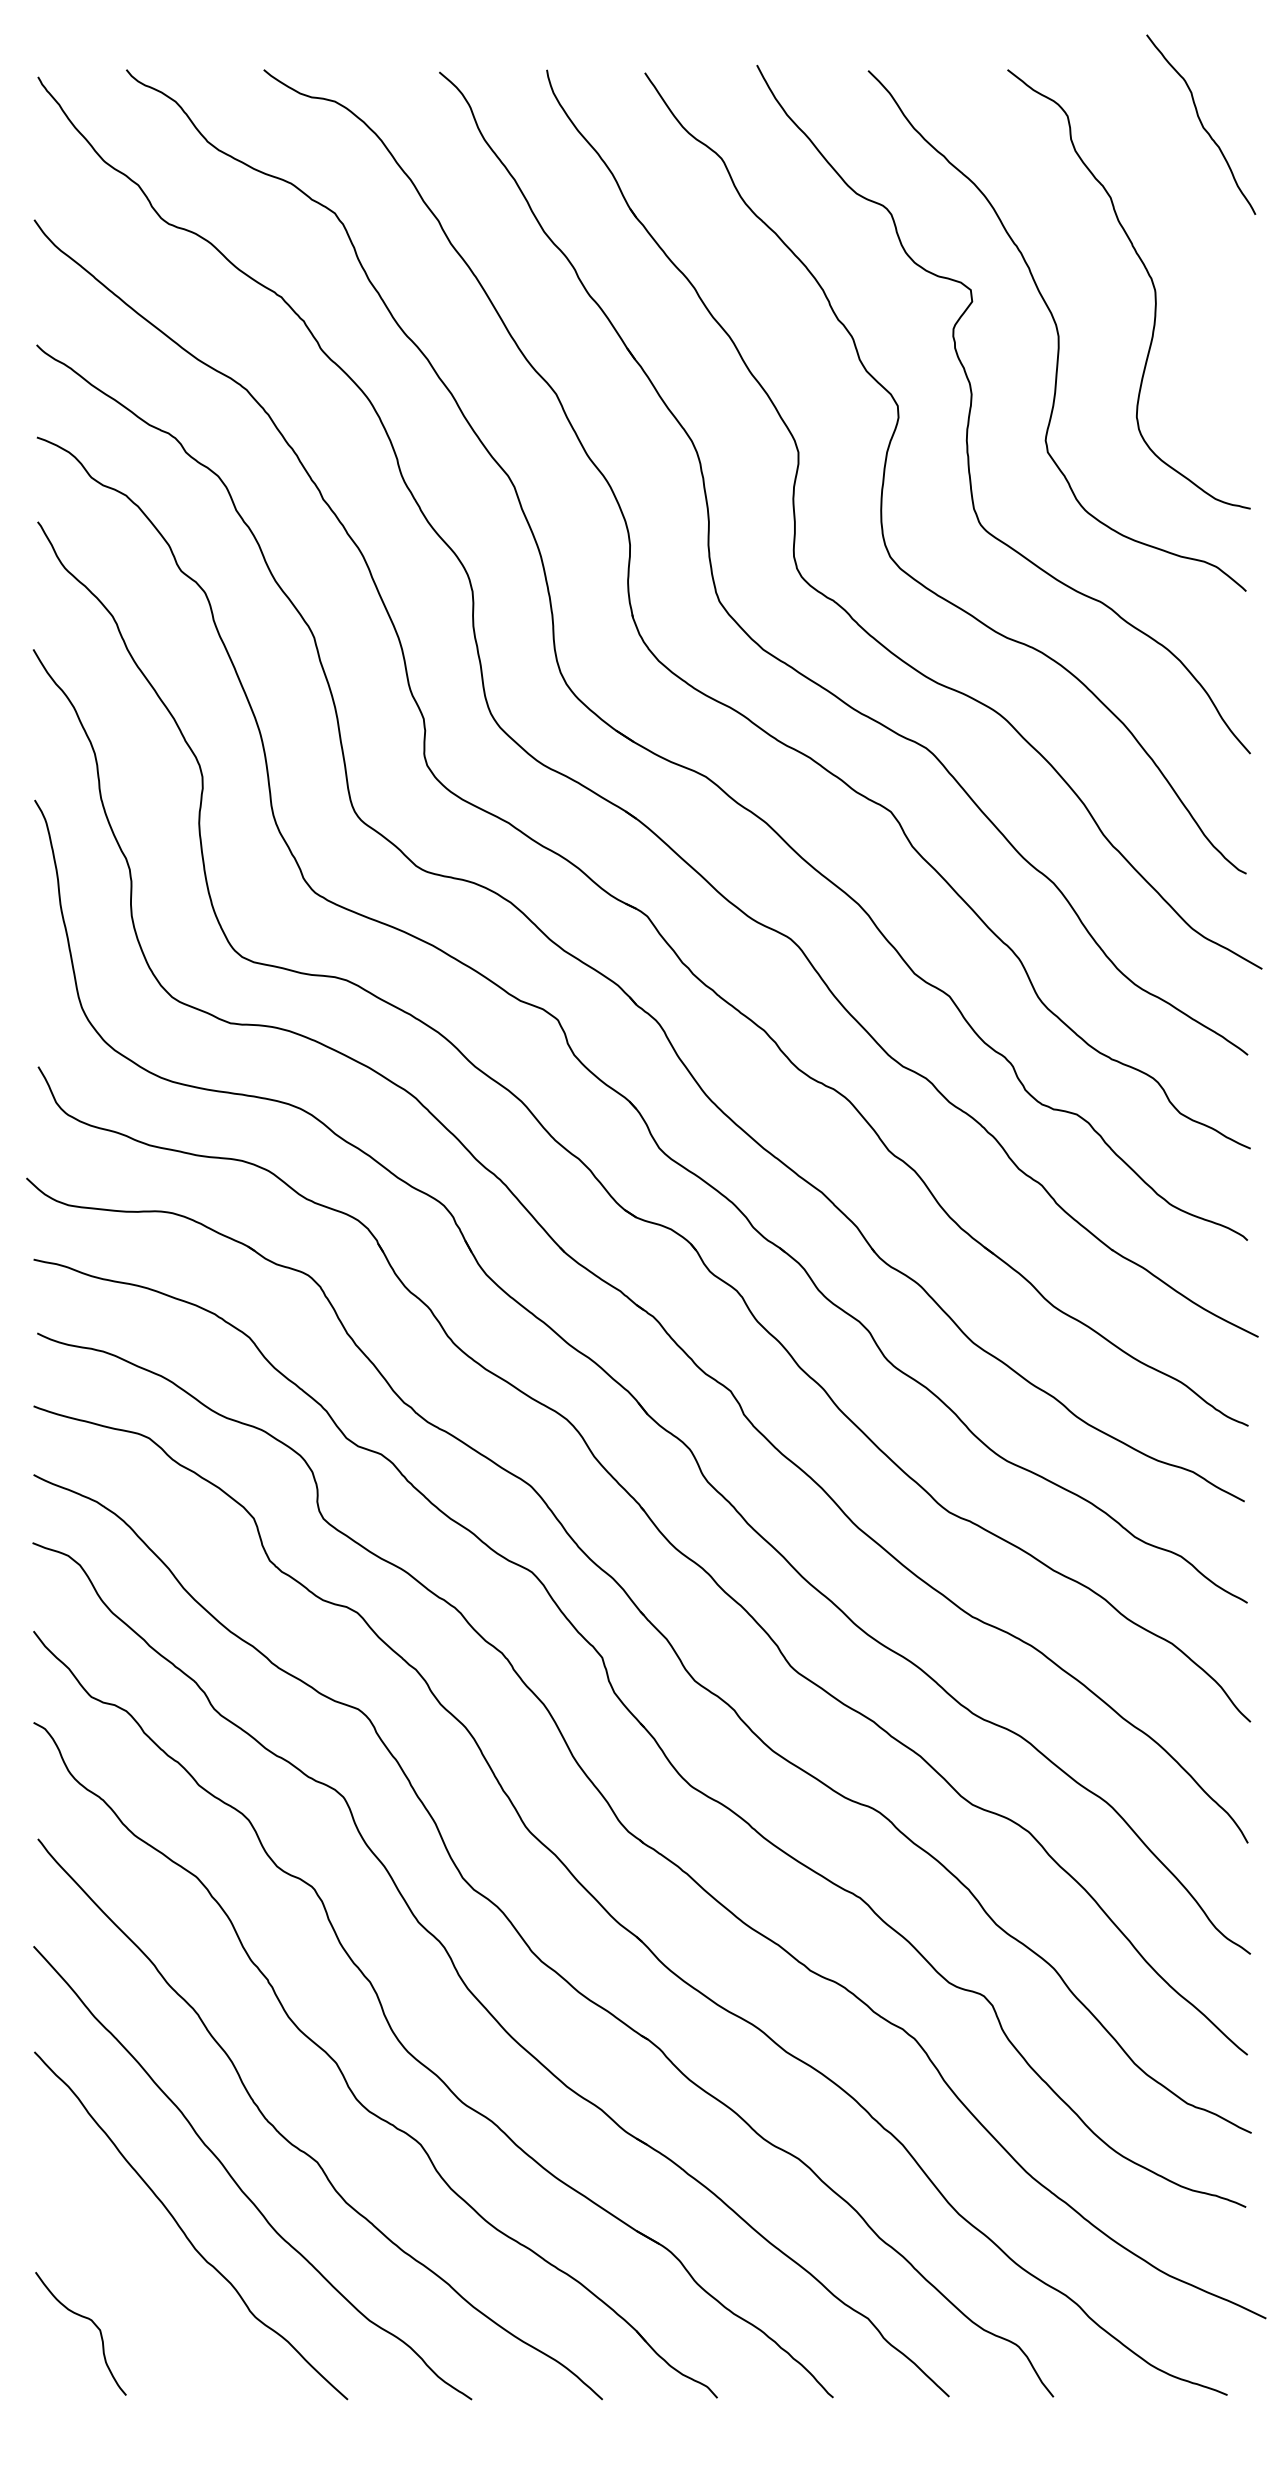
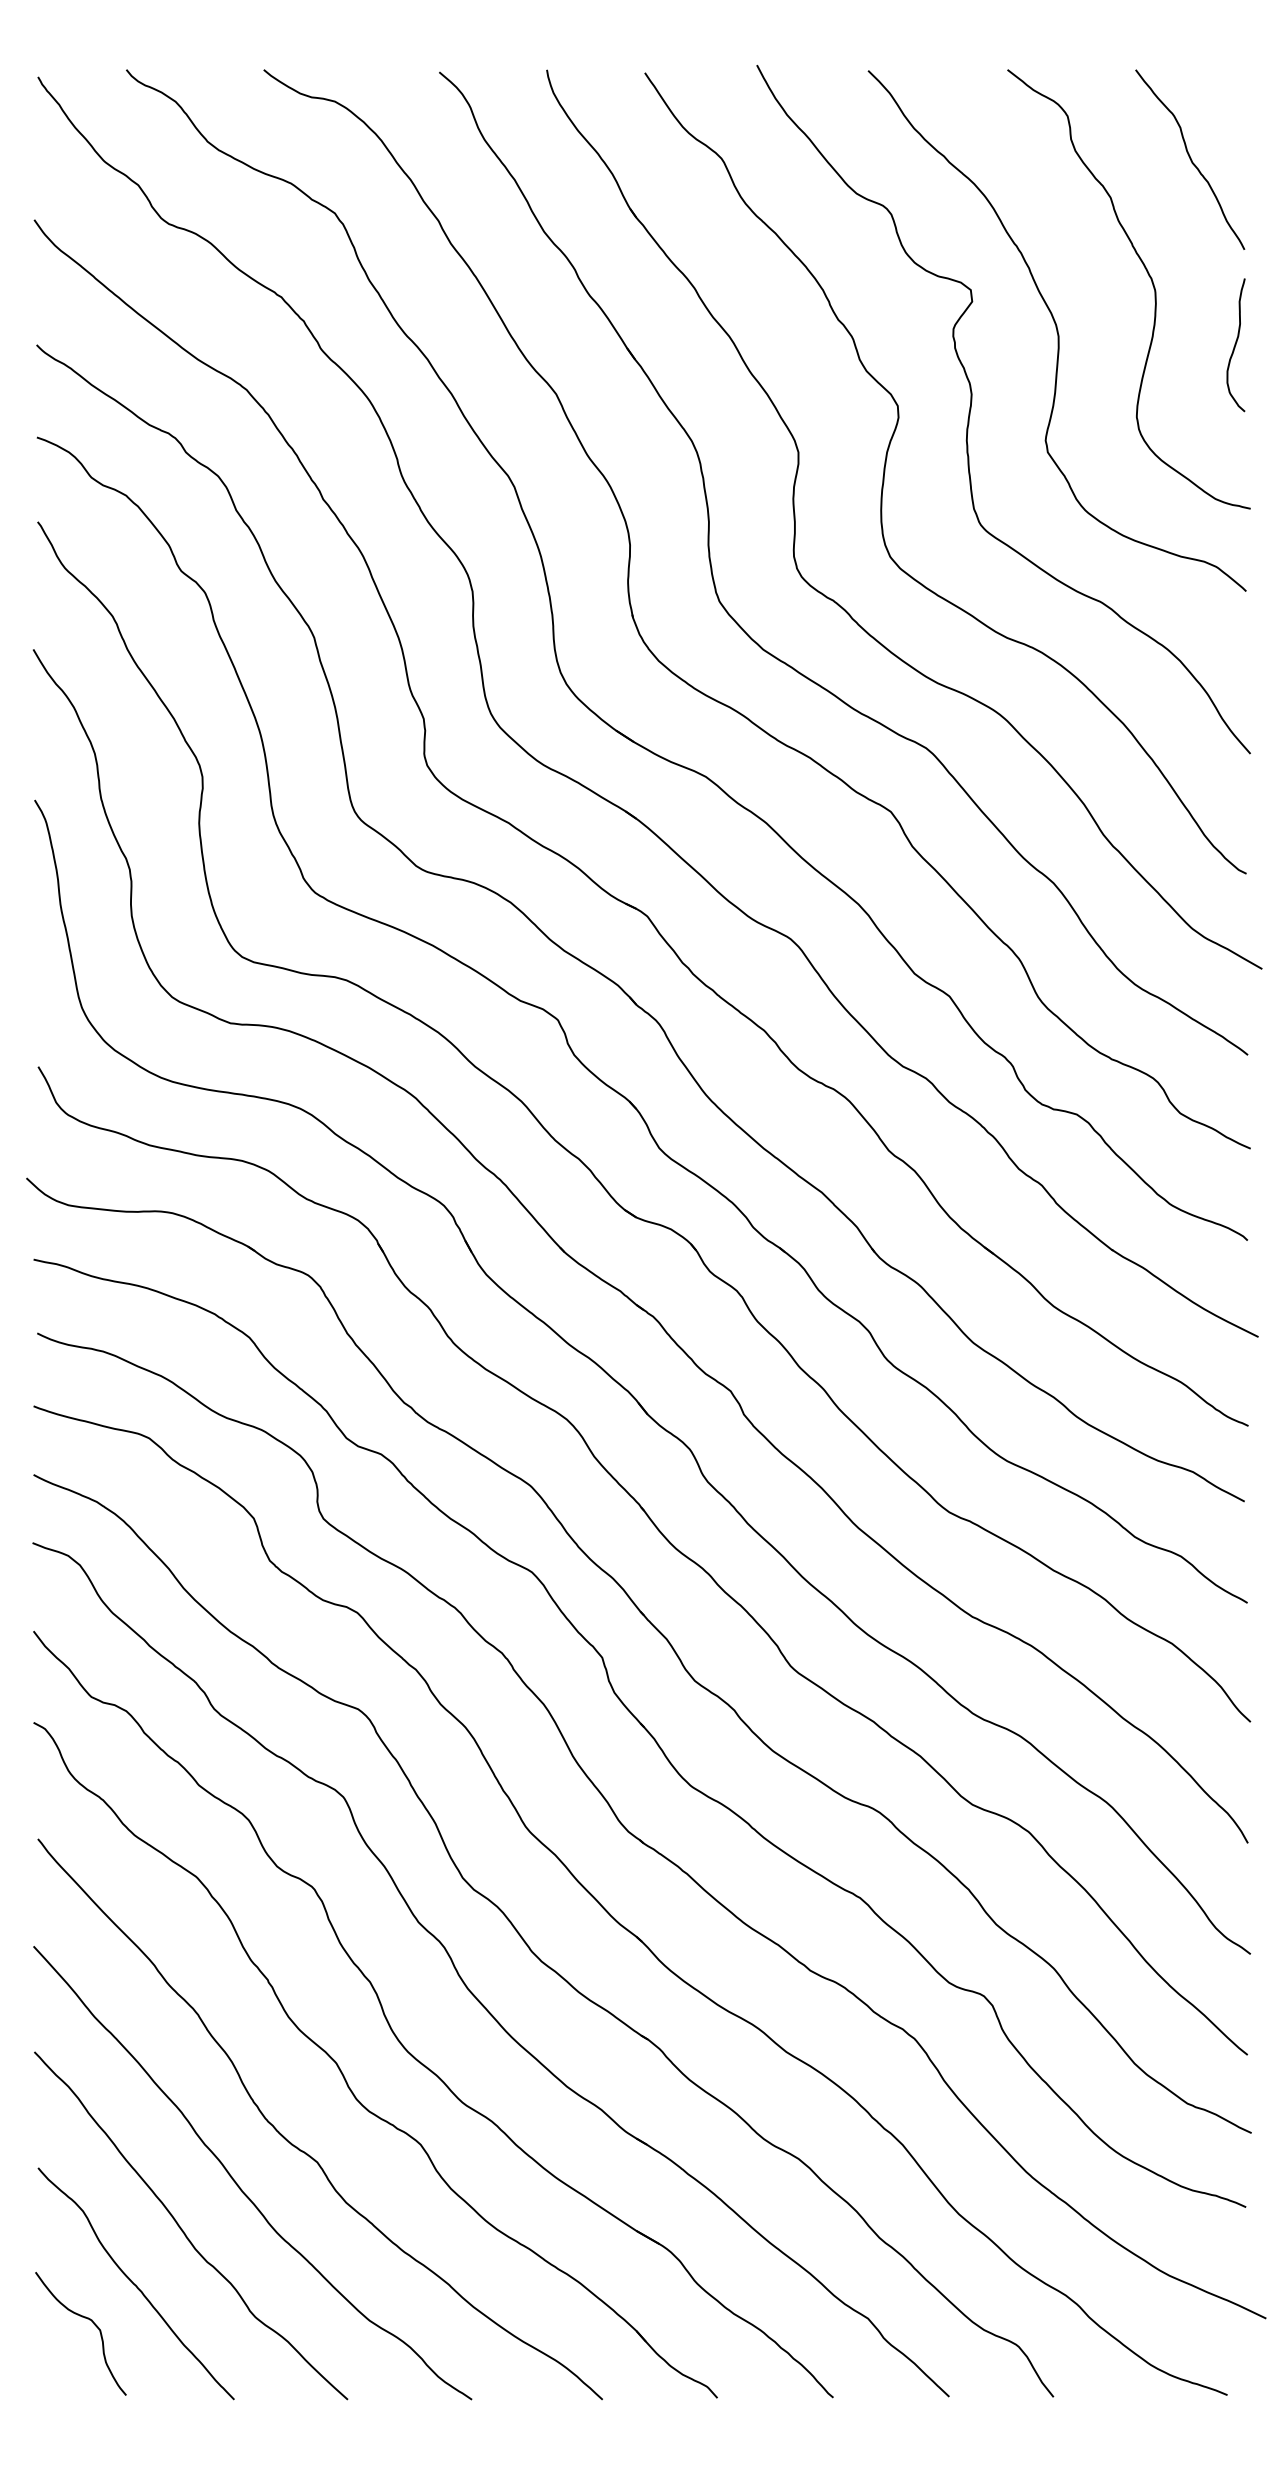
curve at (1201, 124) position: (1201, 124) -> (1190, 159)
curve at (1235, 345): none -> present
curve at (134, 2283): none -> present
